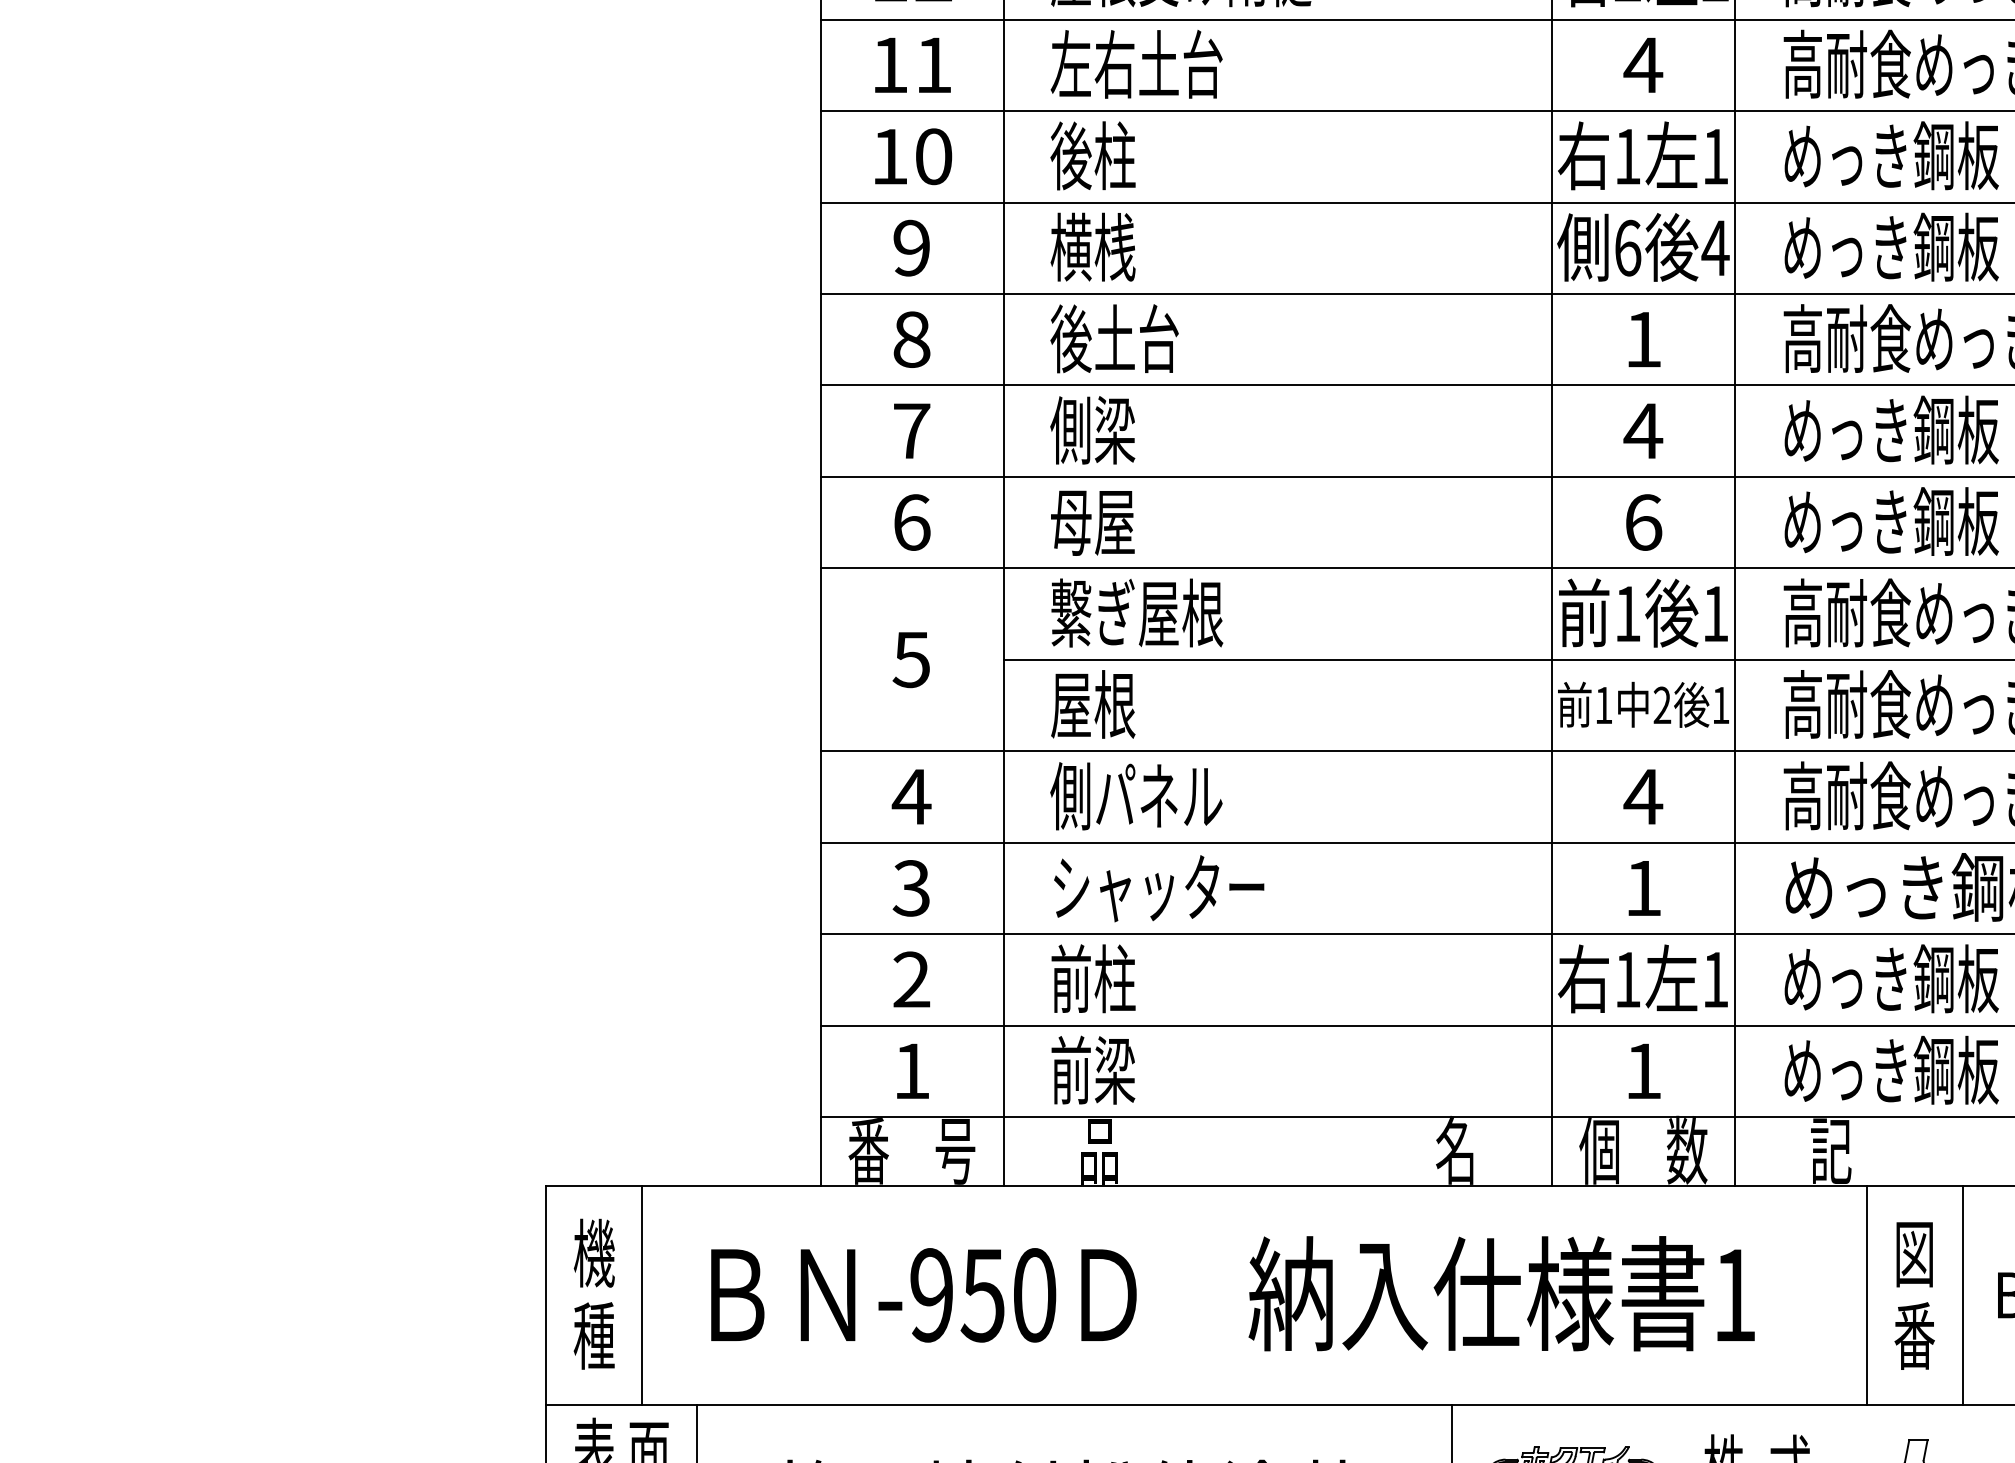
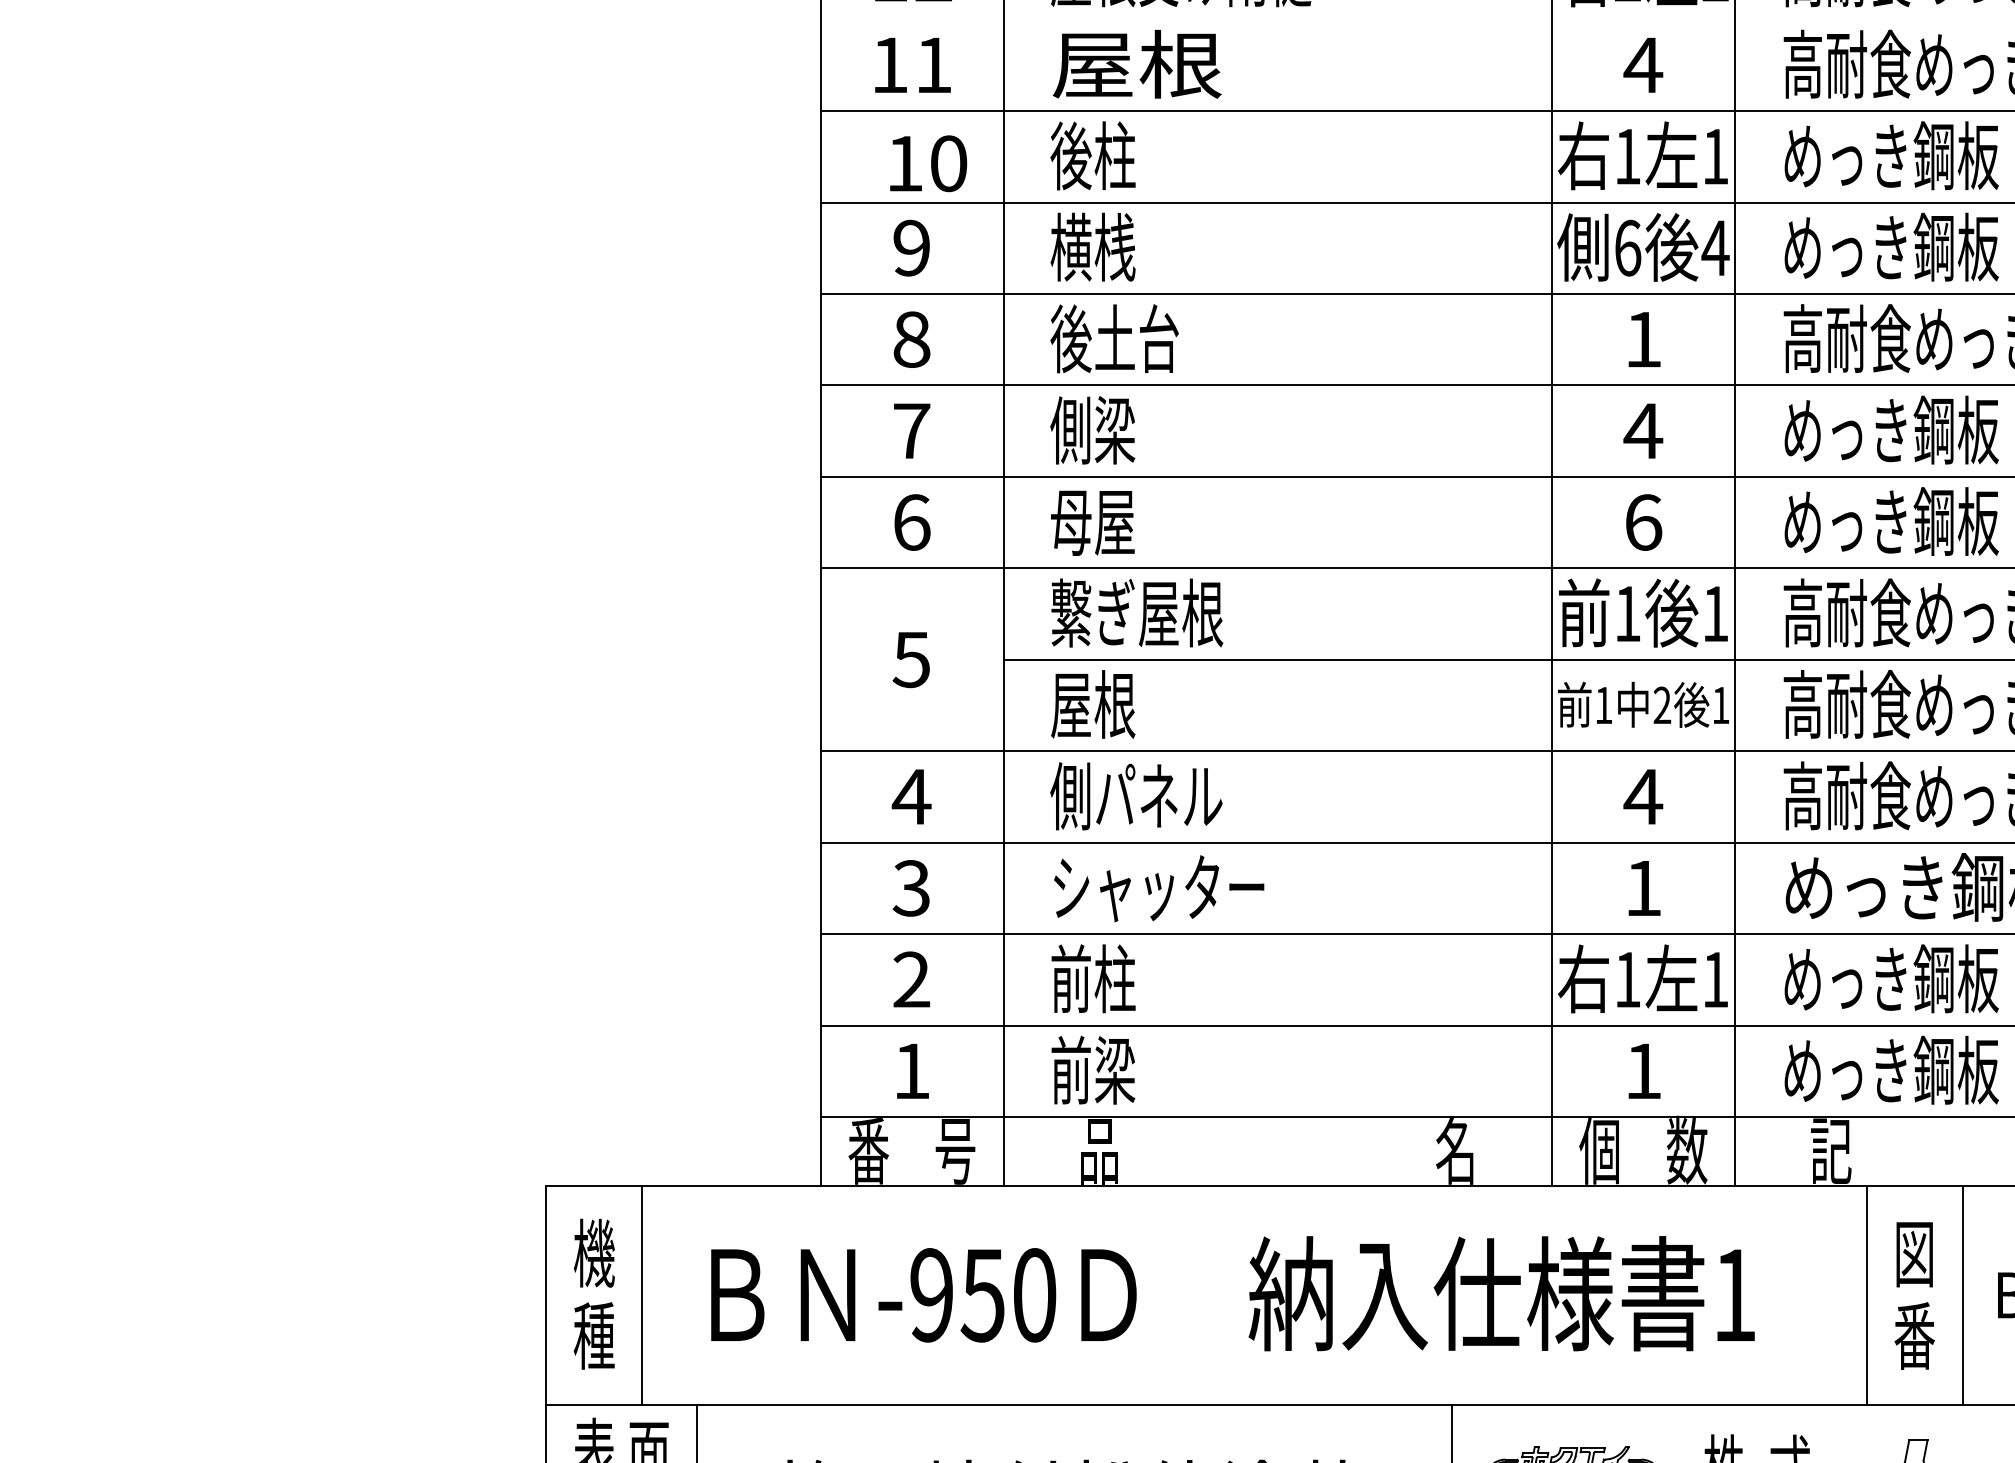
line at (1415, 19): present -> none
text at (1136, 63): 左右土台 -> 屋根
text at (913, 156) position: (913, 156) -> (928, 163)
